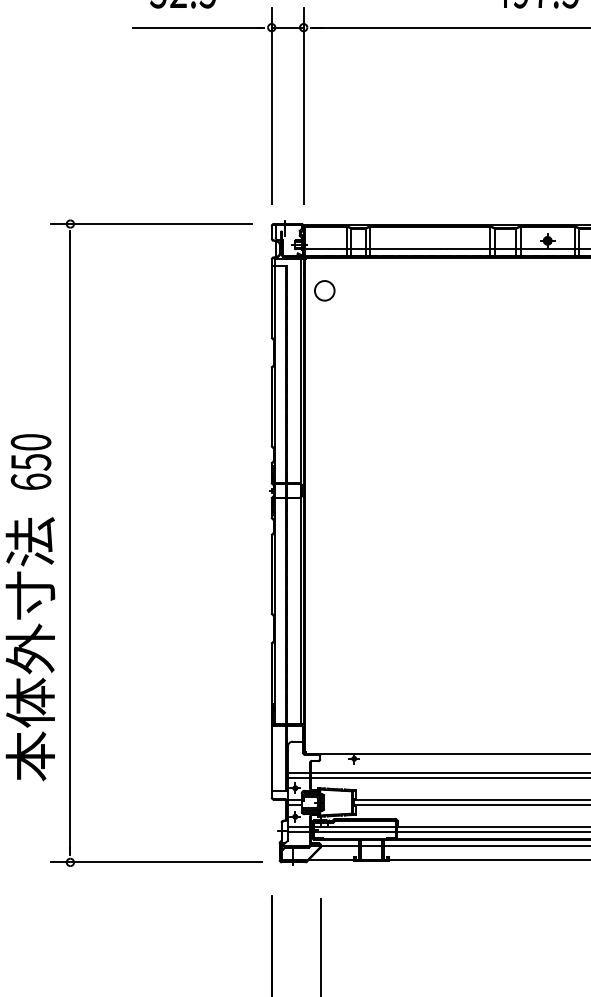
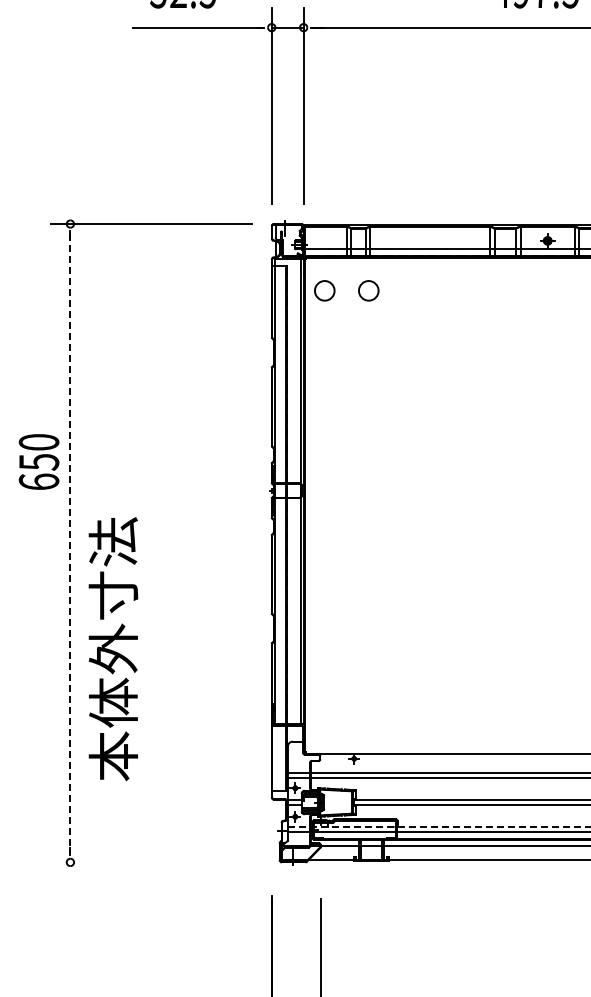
circle at (368, 290): none -> present
text at (30, 461) position: (30, 461) -> (38, 461)
line at (70, 543): solid -> dashed
text at (30, 649) position: (30, 649) -> (113, 649)
line at (439, 826): solid -> dashed
line at (156, 862): present -> none
